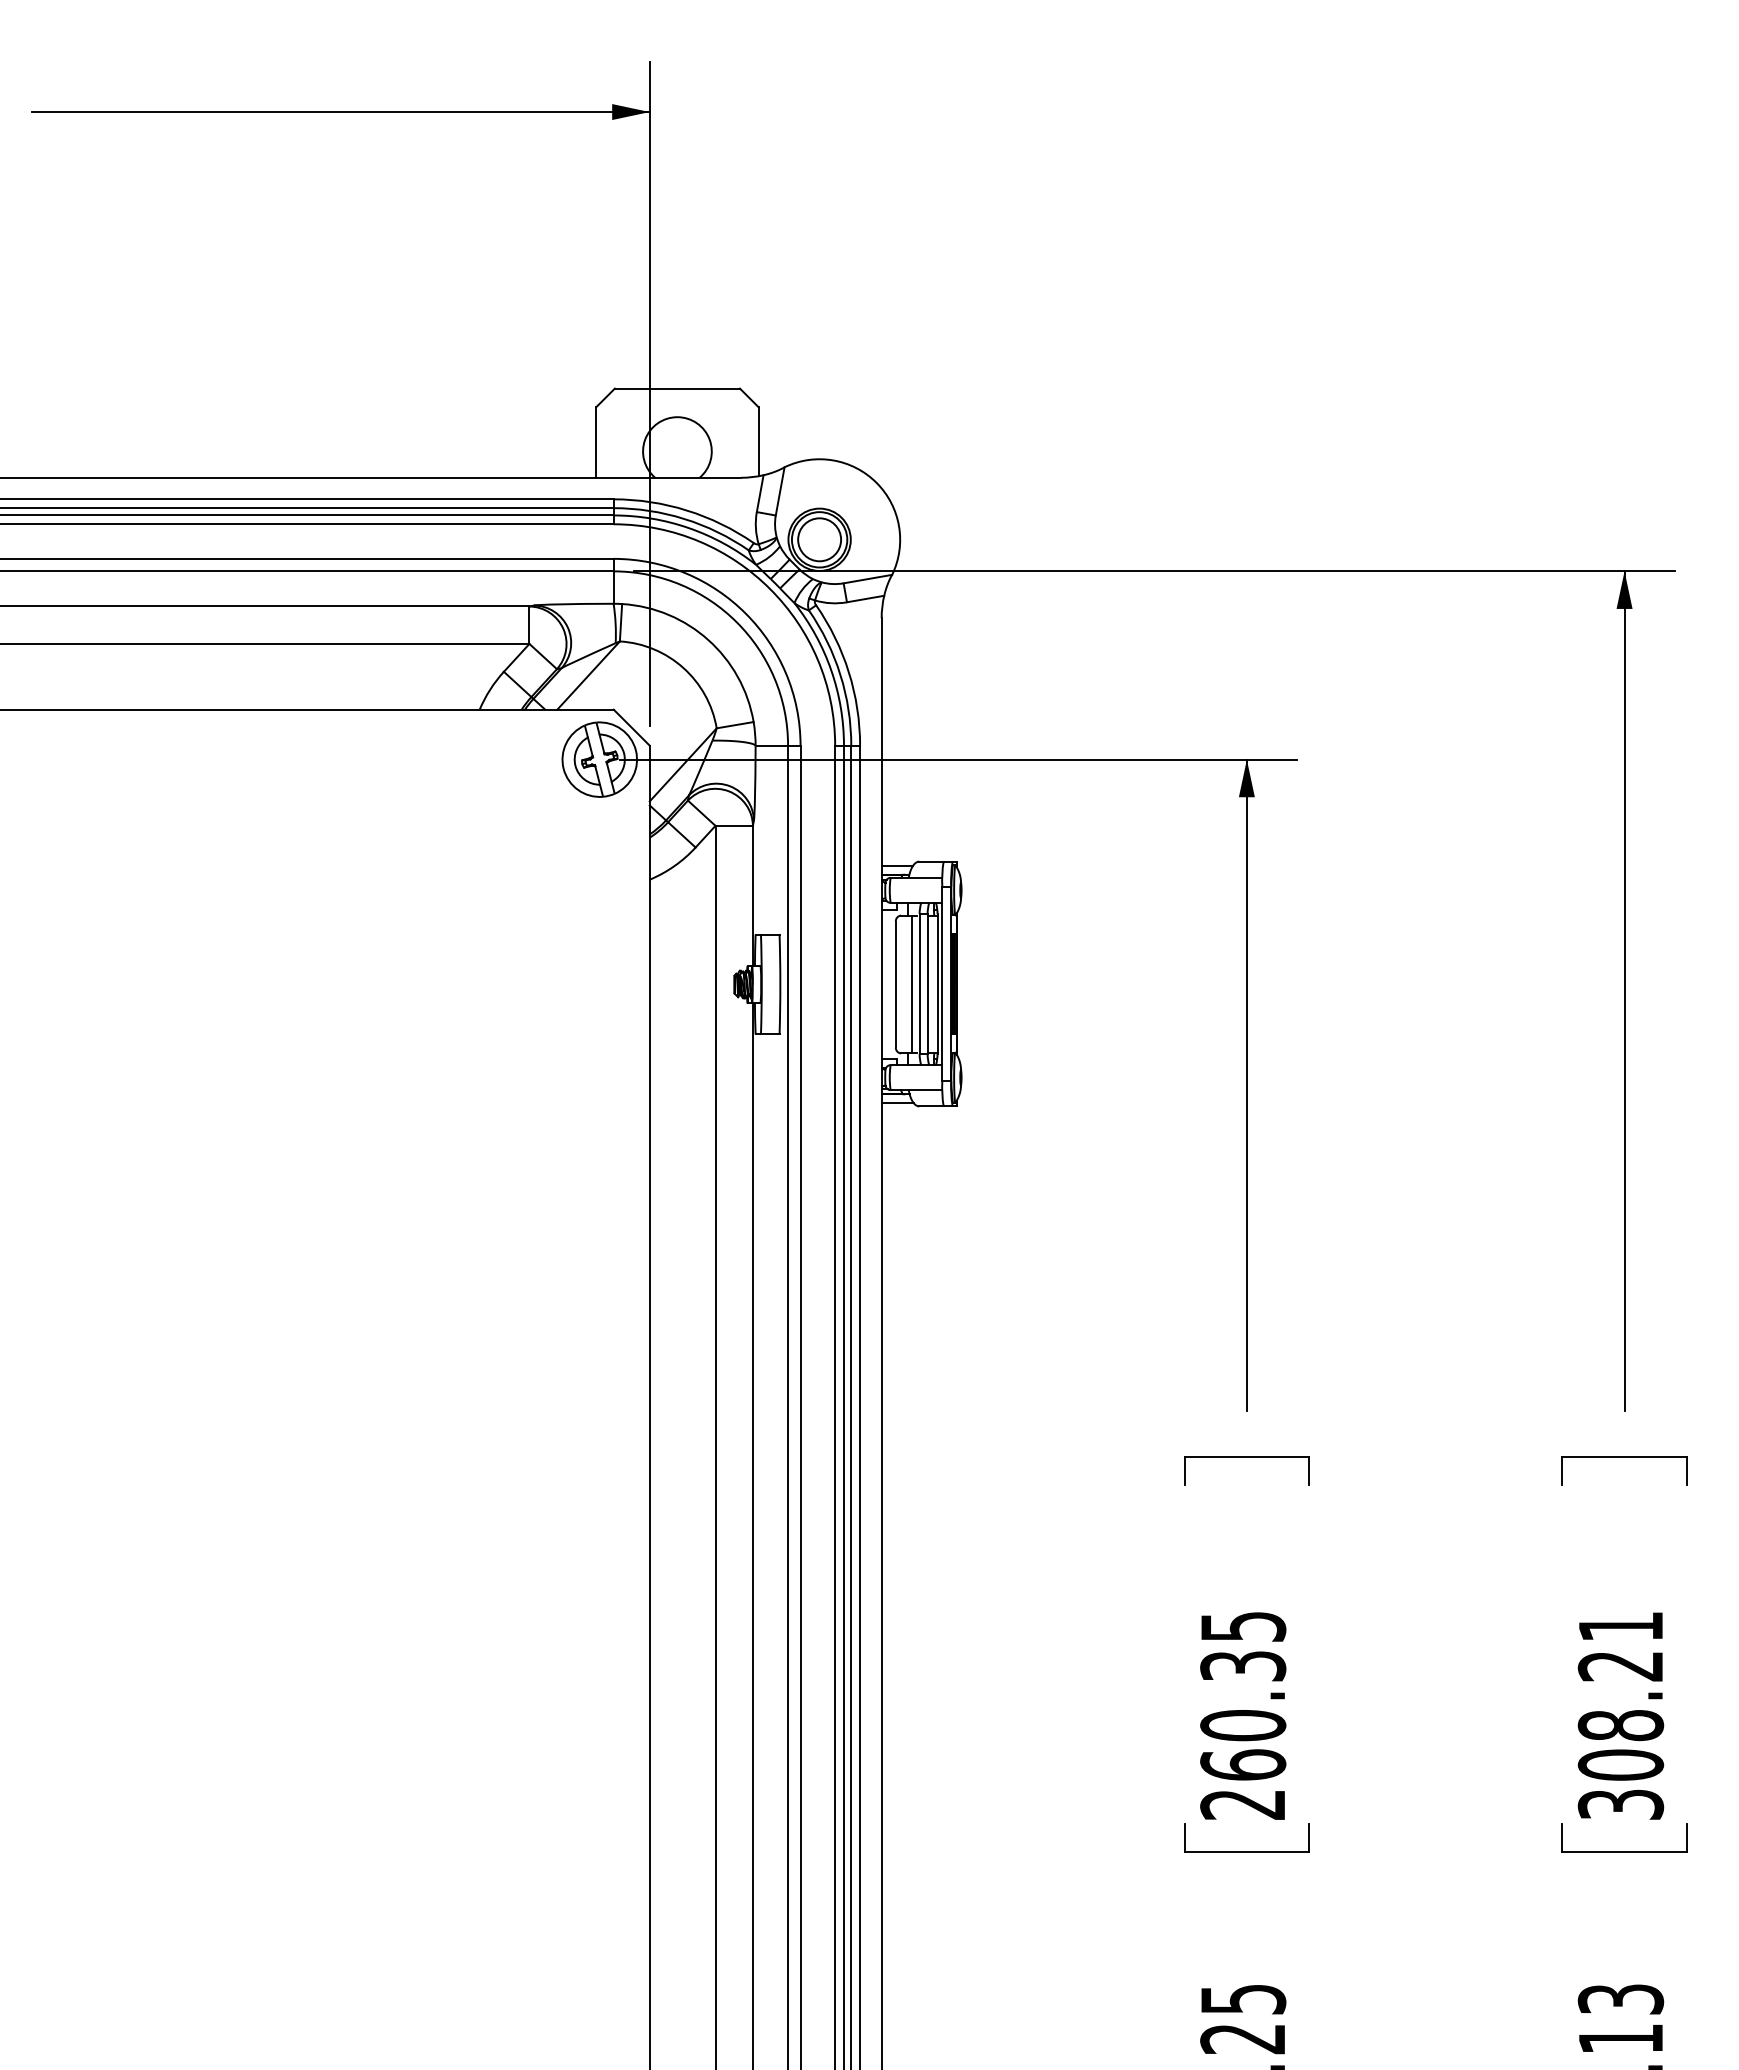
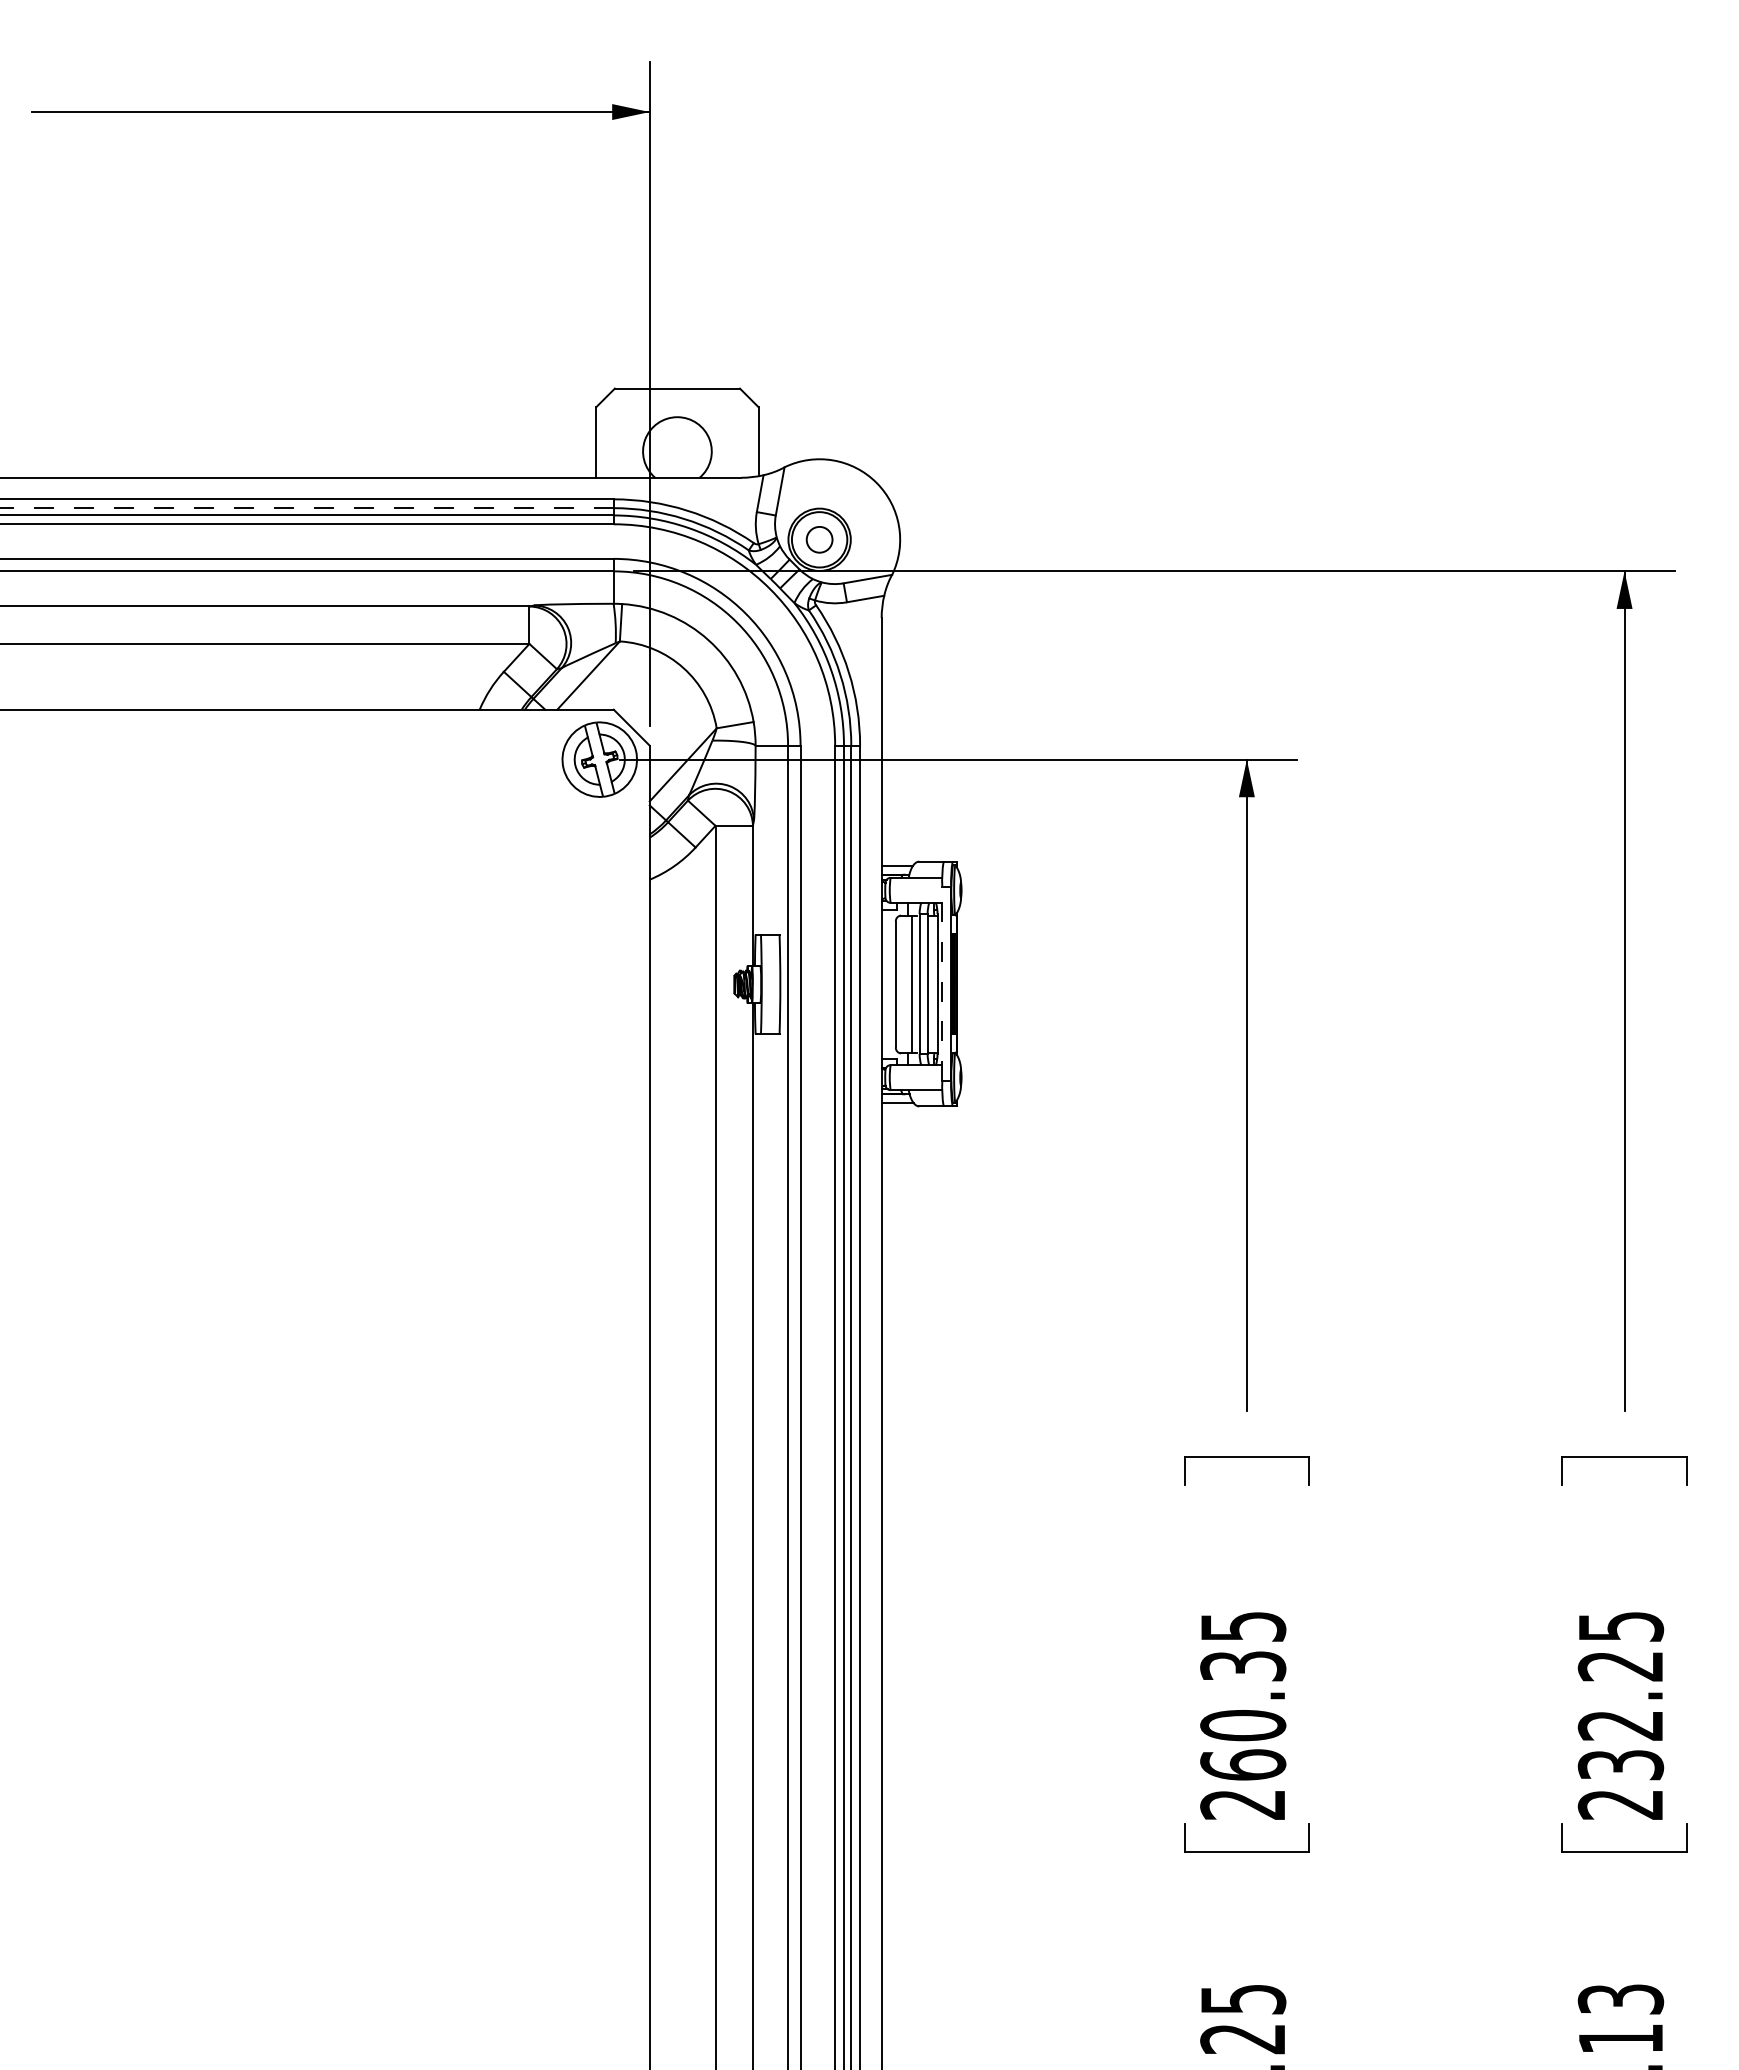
line at (306, 508): solid -> dashed
circle at (819, 539) diameter: 43 px -> 26 px
line at (942, 983): solid -> dashed
text at (1620, 1715): 308.21 -> 232.25
